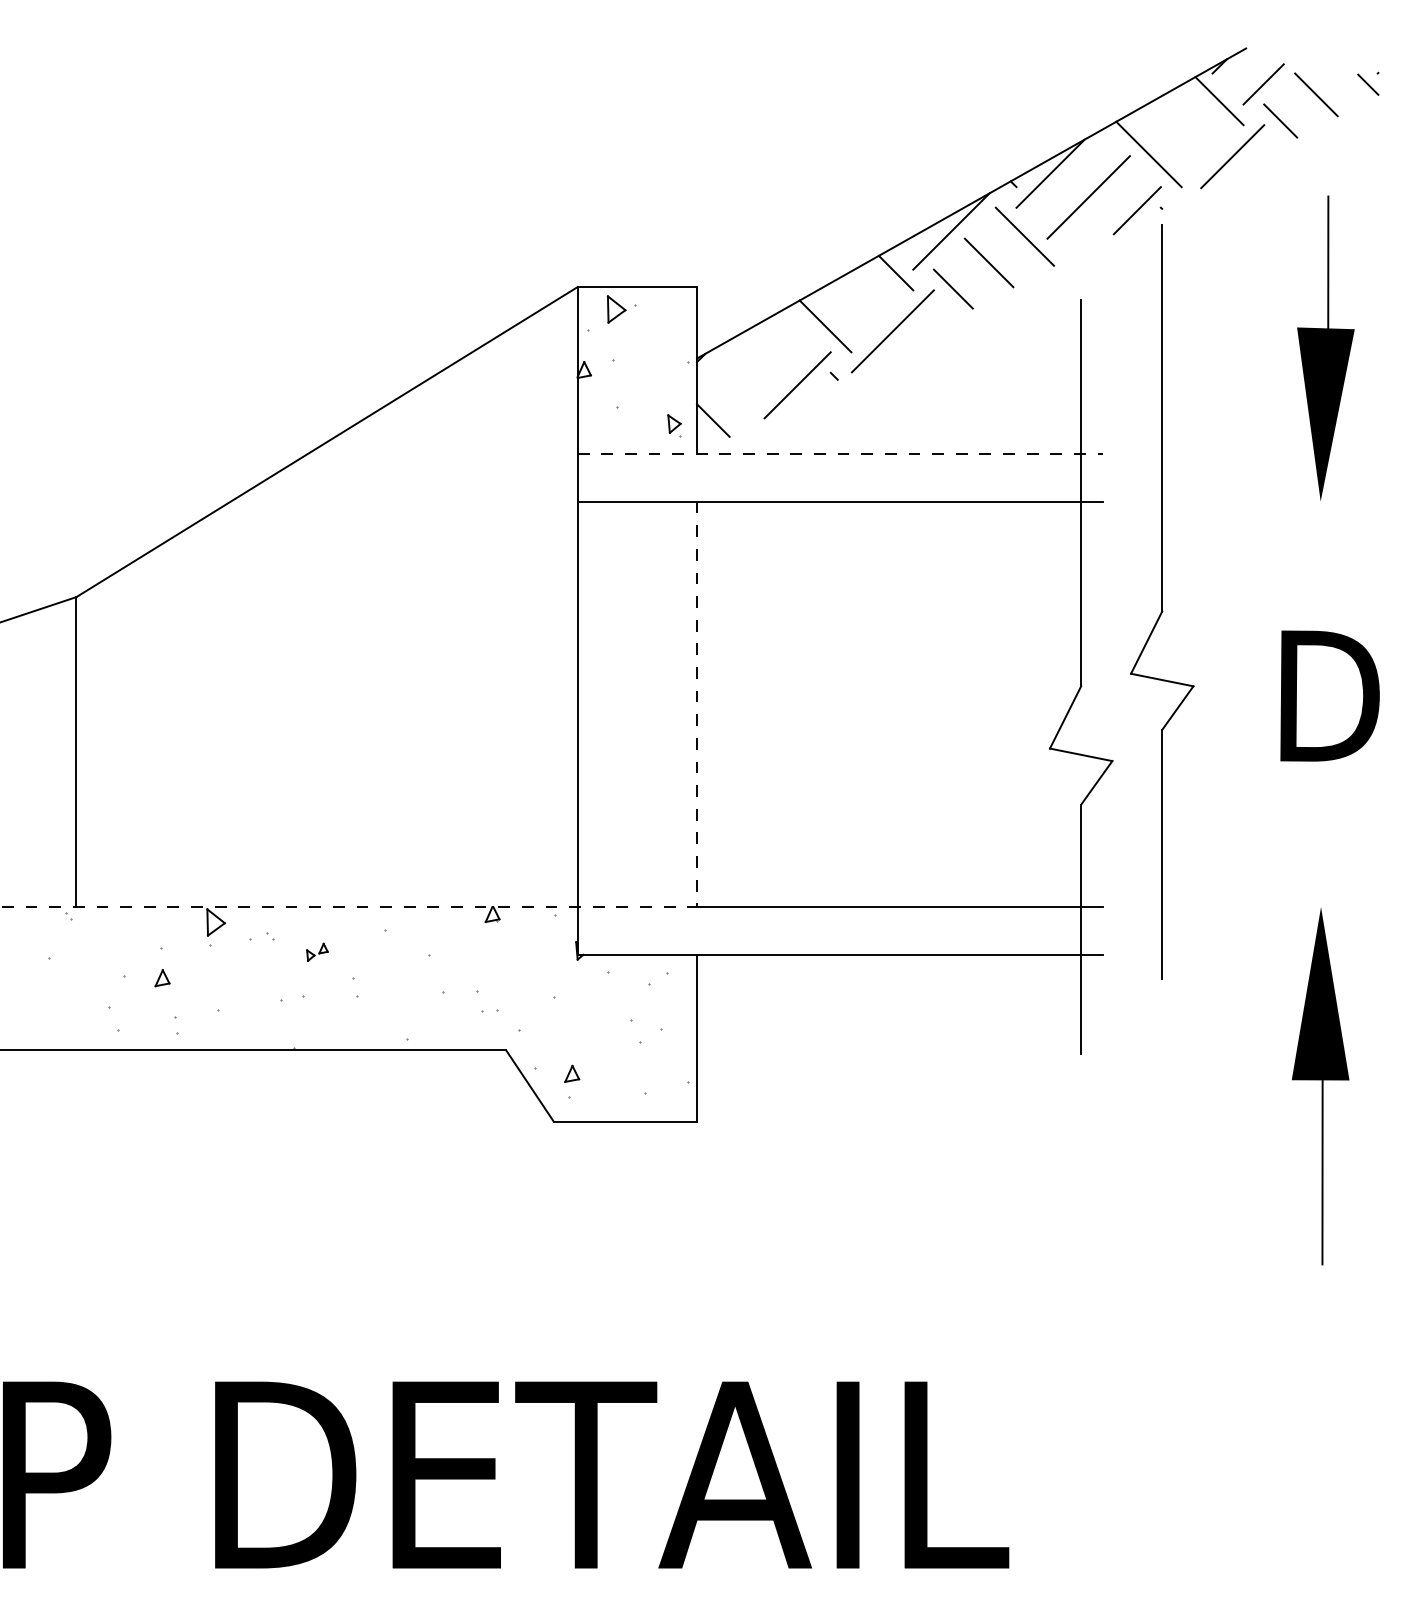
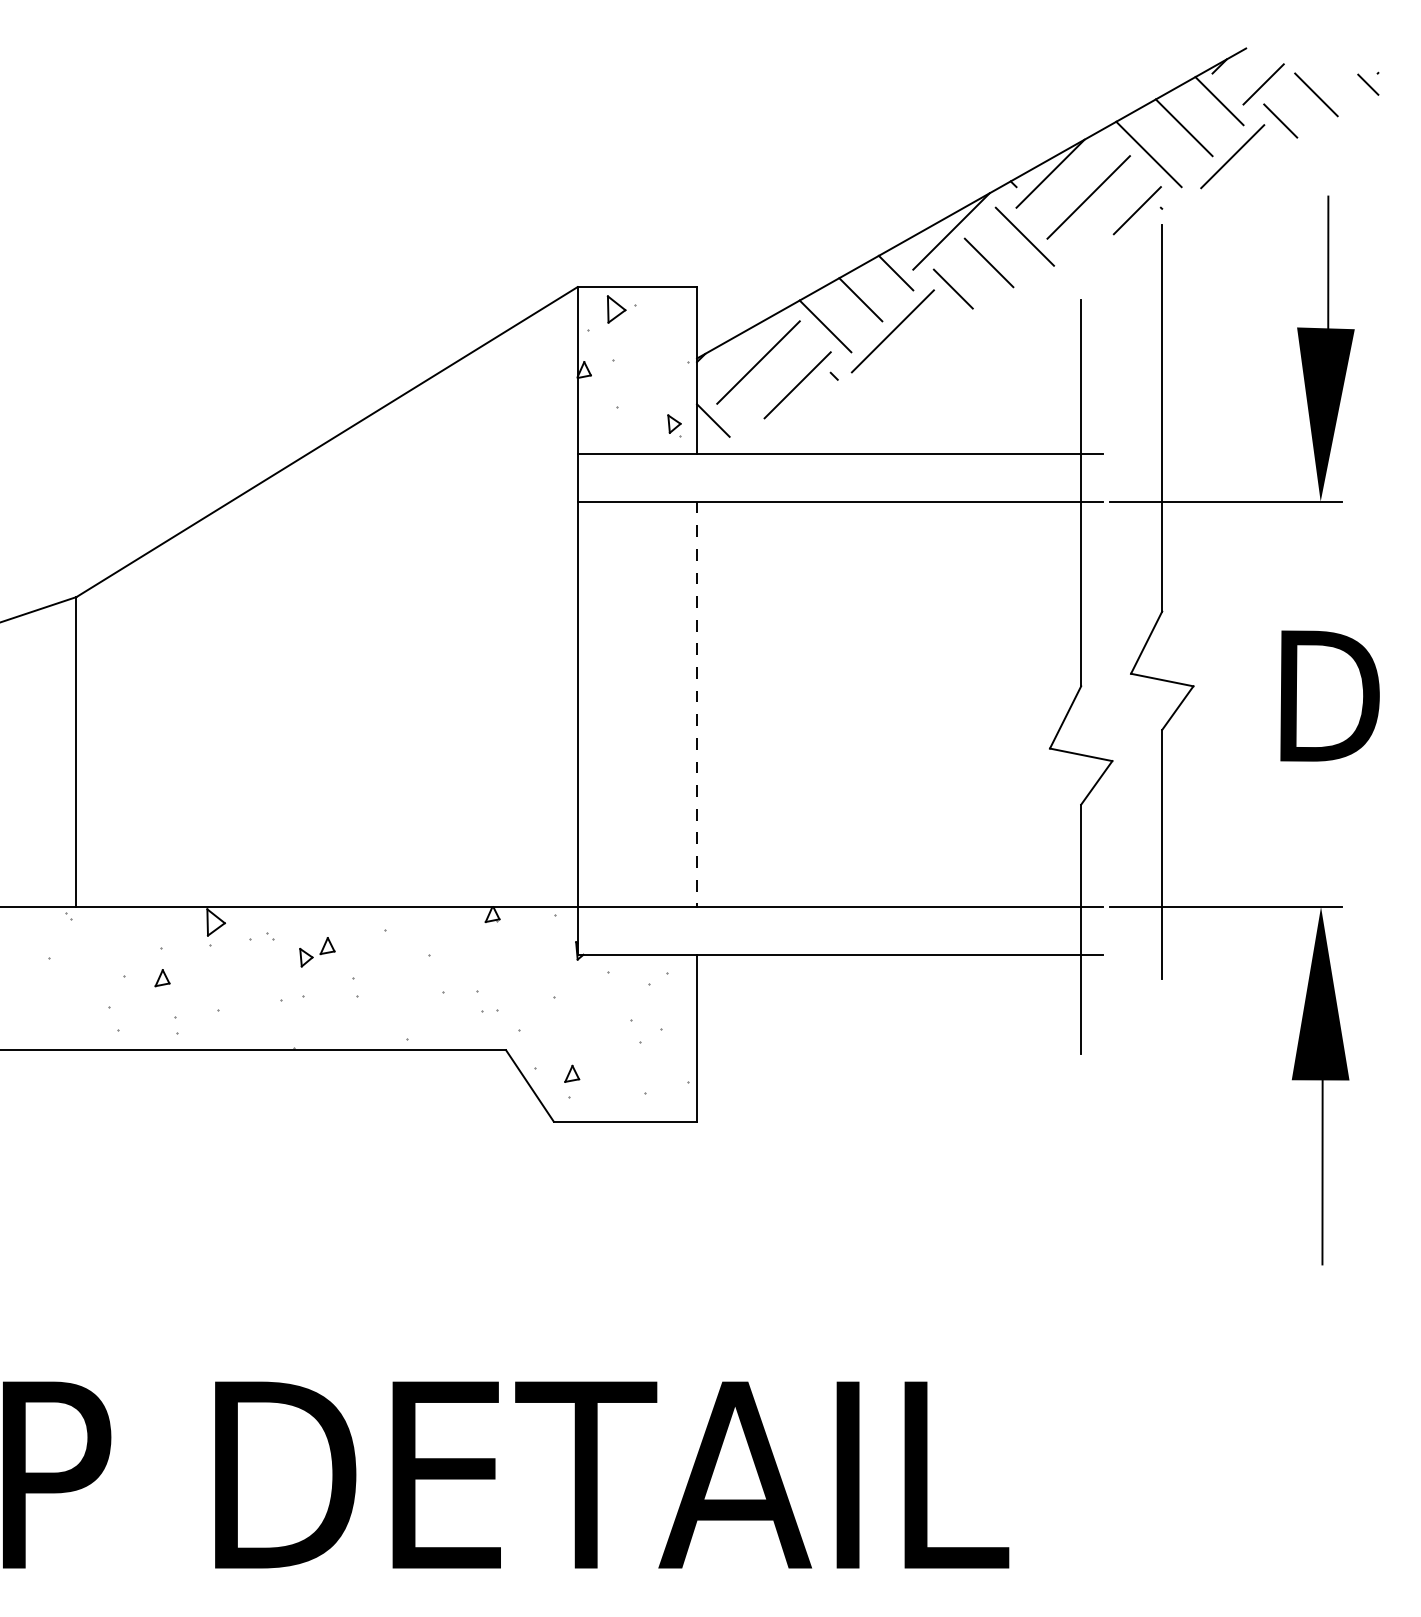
line at (1183, 127): none -> present
line at (860, 299): none -> present
line at (758, 362): none -> present
line at (840, 454): dashed -> solid
line at (1226, 501): none -> present
line at (349, 907): dashed -> solid
line at (1226, 907): none -> present
part at (317, 951) size: 23x20 px -> 37x31 px
